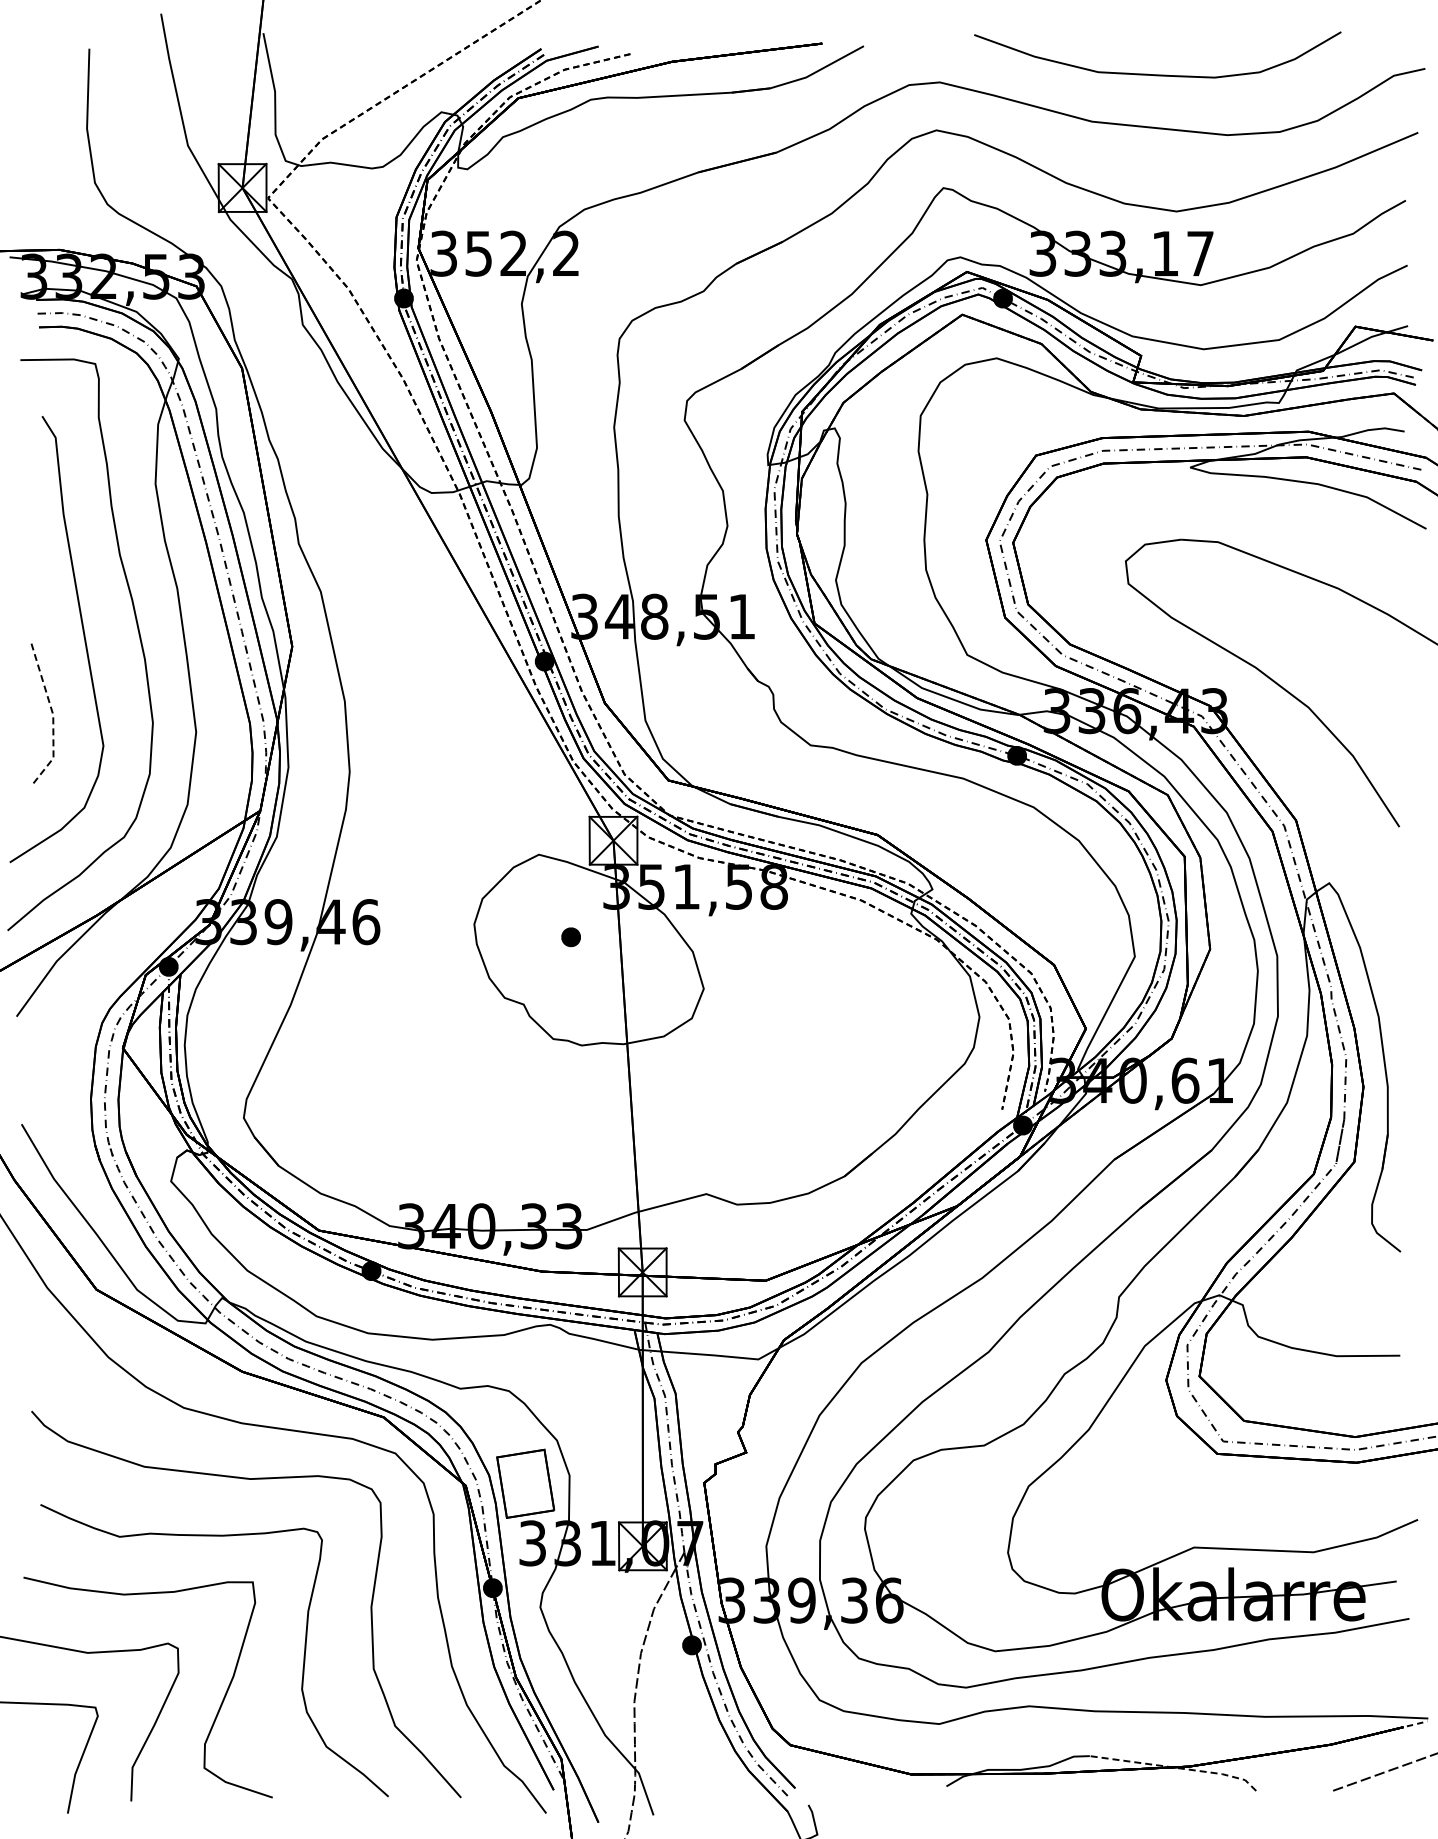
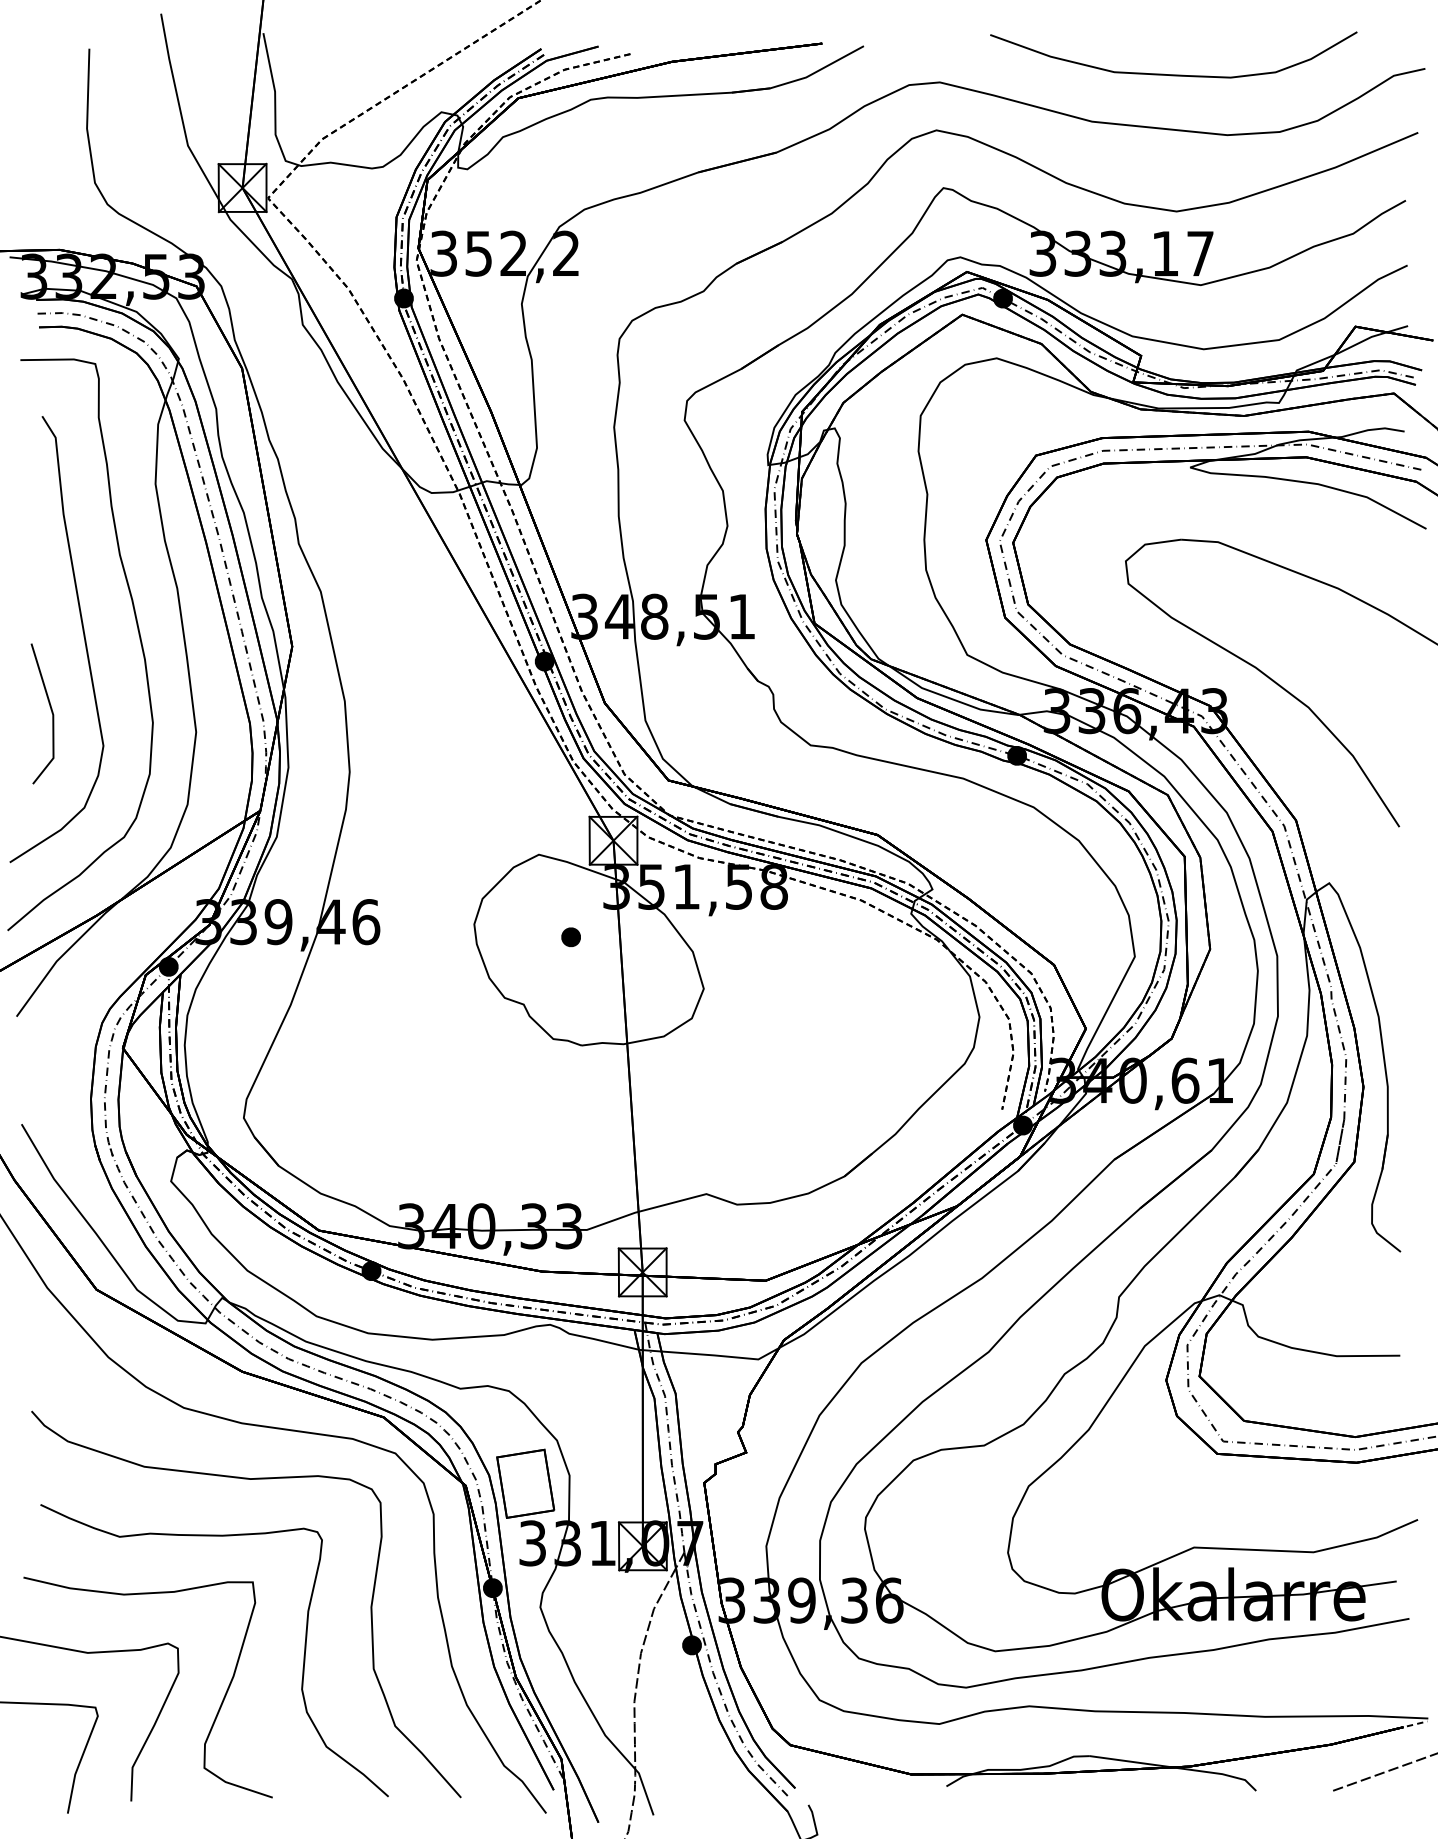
curve at (1157, 74) position: (1157, 74) -> (1173, 74)
line at (53, 716): dashed -> solid
line at (1176, 1767): dashed -> solid
